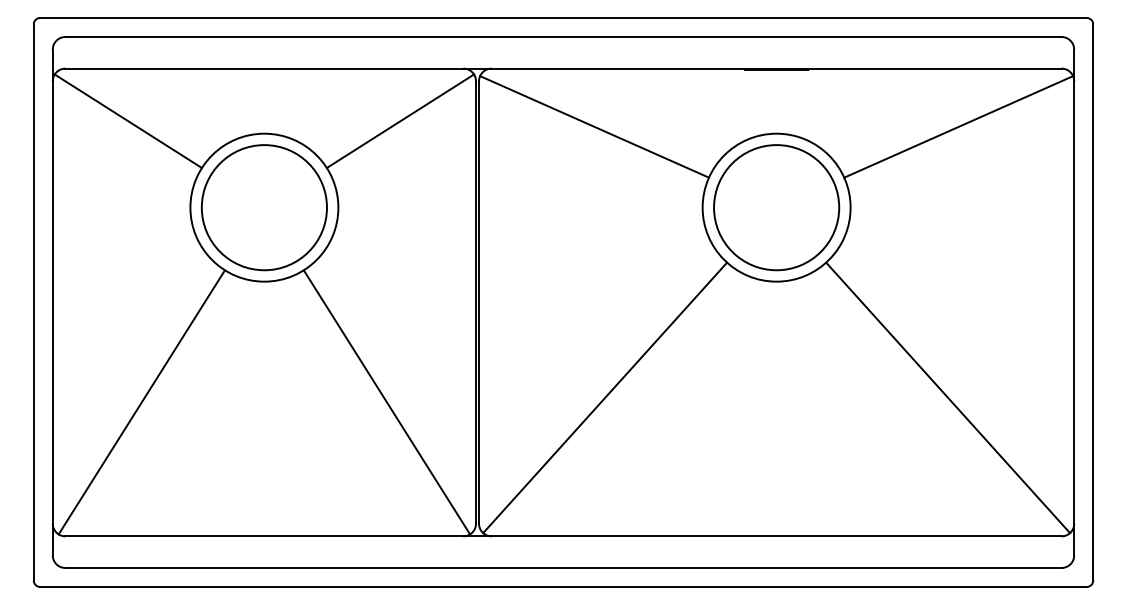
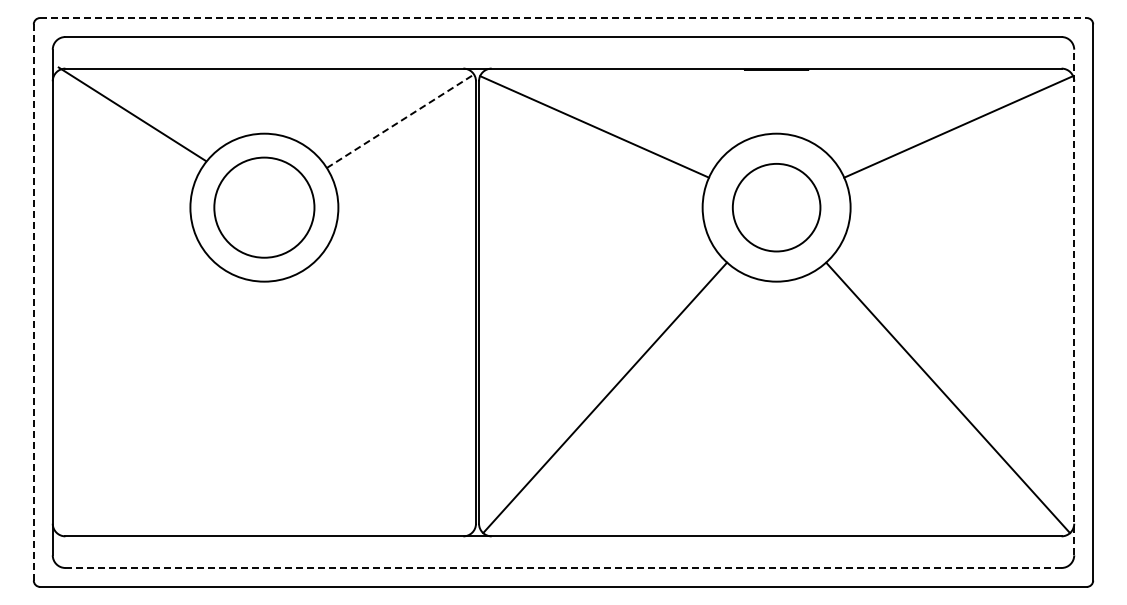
line at (564, 18): solid -> dashed
line at (400, 120): solid -> dashed
line at (127, 121) position: (127, 121) -> (131, 114)
circle at (263, 207) diameter: 125 px -> 100 px
circle at (776, 207) diameter: 125 px -> 88 px
line at (33, 301): solid -> dashed
line at (1074, 302): solid -> dashed
line at (141, 402): present -> none
line at (386, 402): present -> none
line at (564, 567): solid -> dashed
